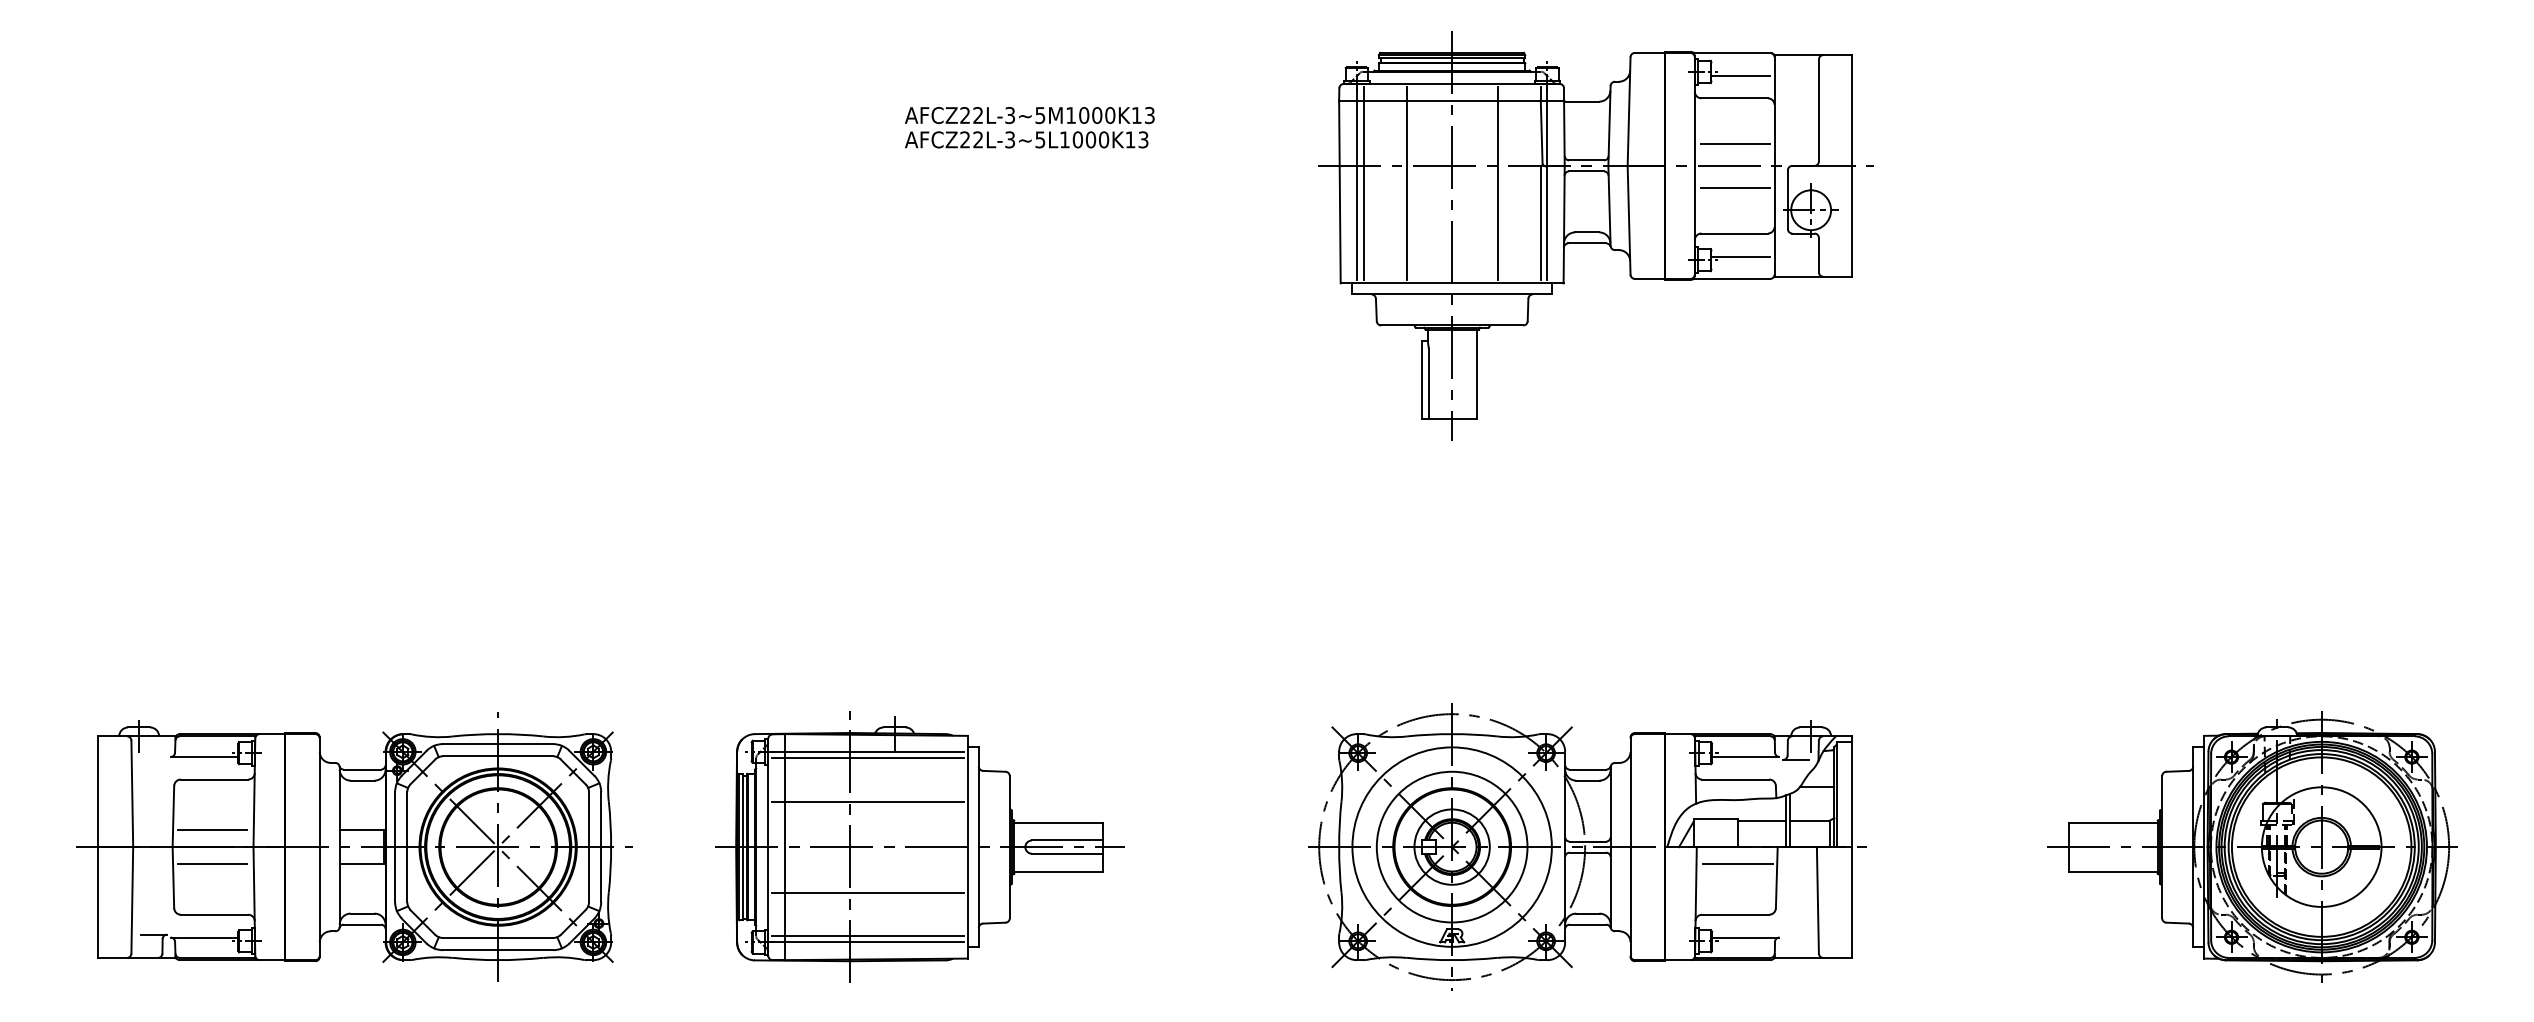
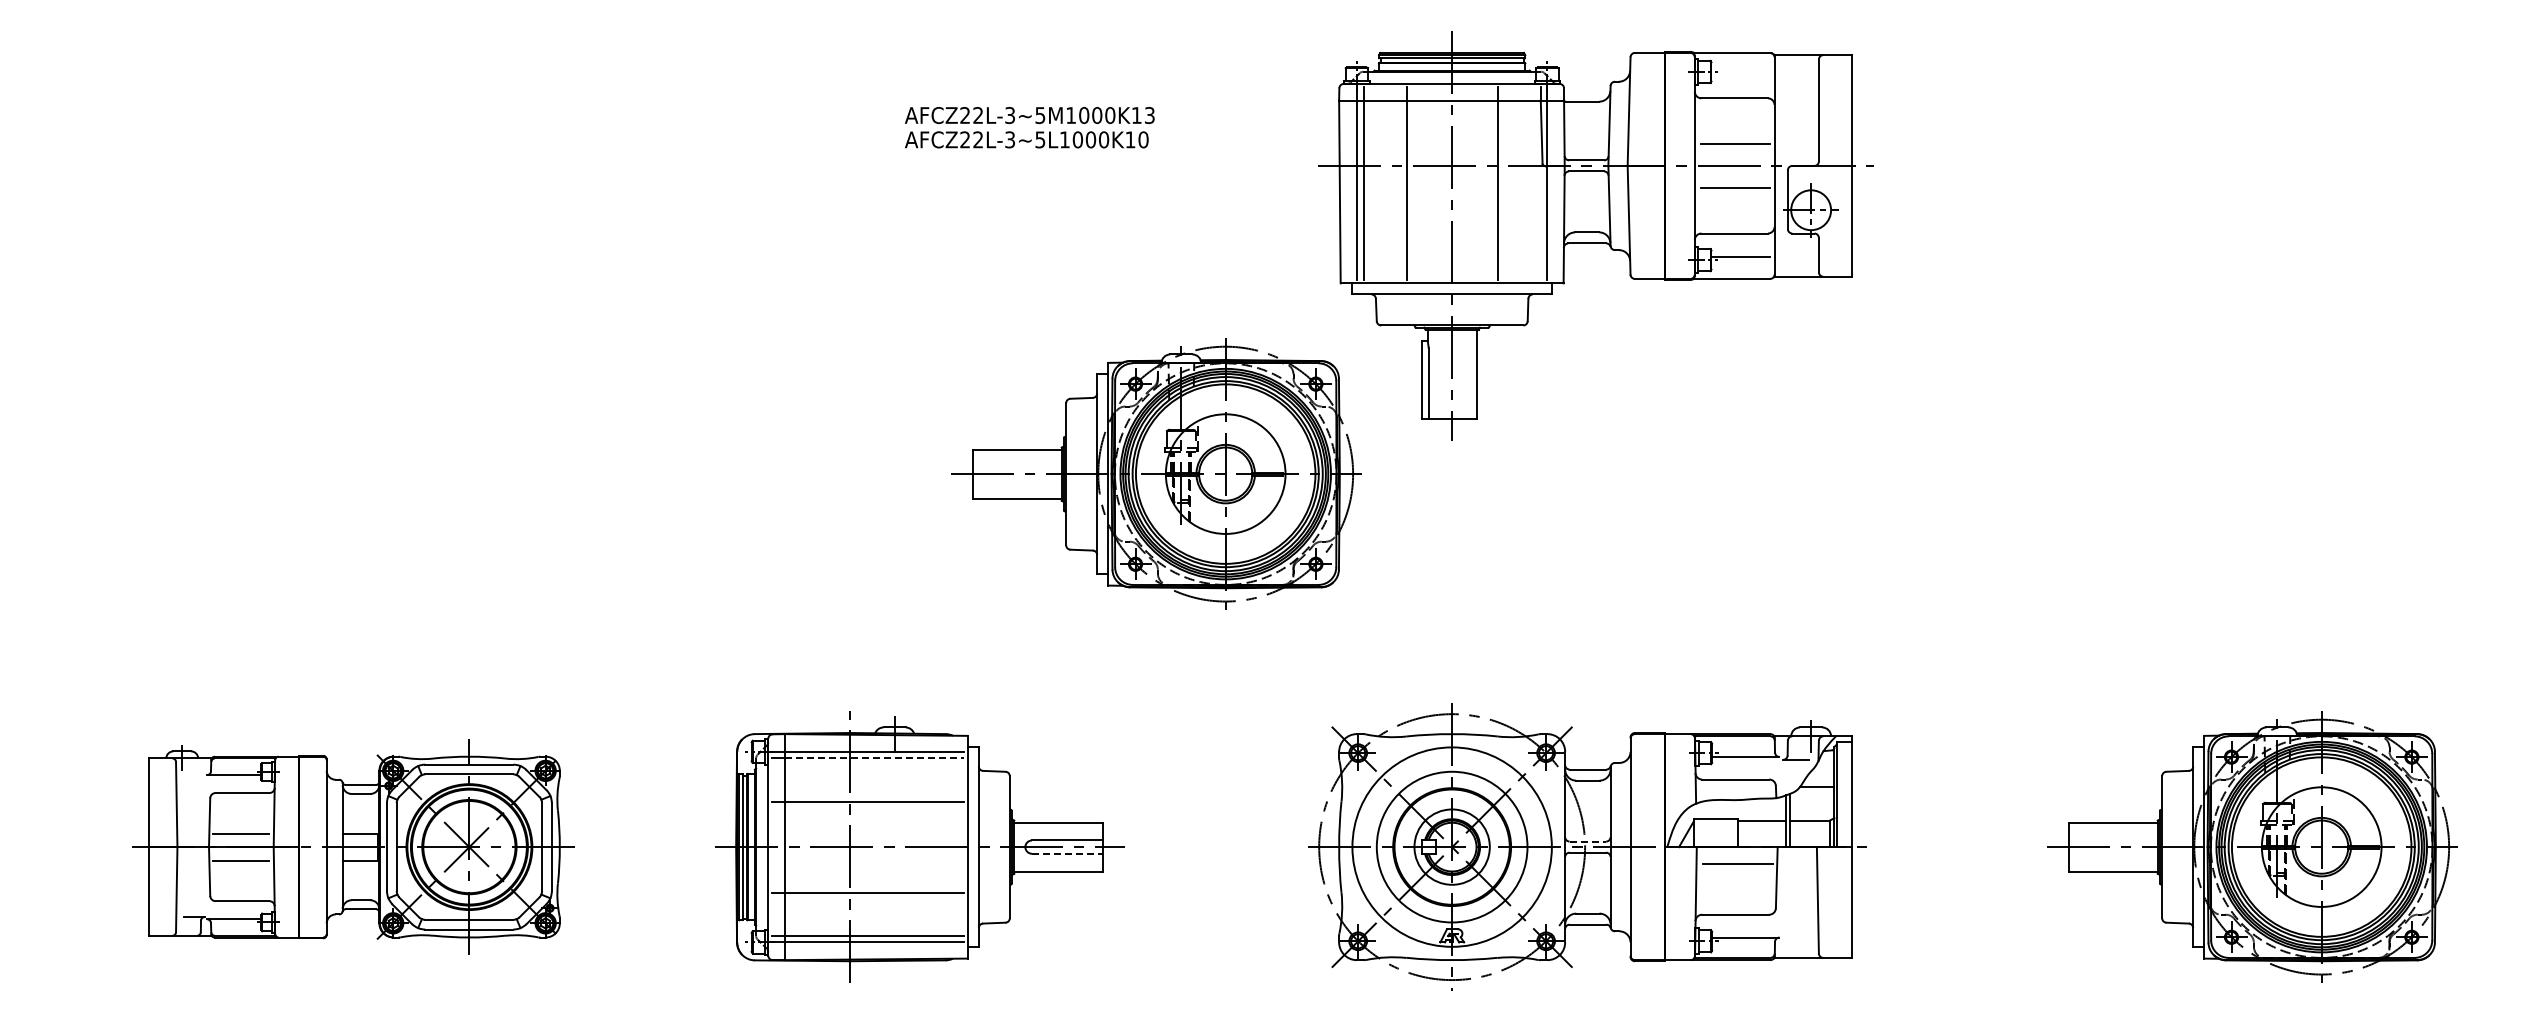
line at (1740, 75): present -> none
text at (1143, 139): AFCZ22L-3~5L1000K13 -> AFCZ22L-3~5L1000K10
line at (1540, 222): present -> none
part at (1156, 473): none -> present
line at (874, 758): solid -> dashed
line at (1588, 841): solid -> dashed
part at (354, 846) size: 557x270 px -> 443x216 px
line at (1067, 853): solid -> dashed
